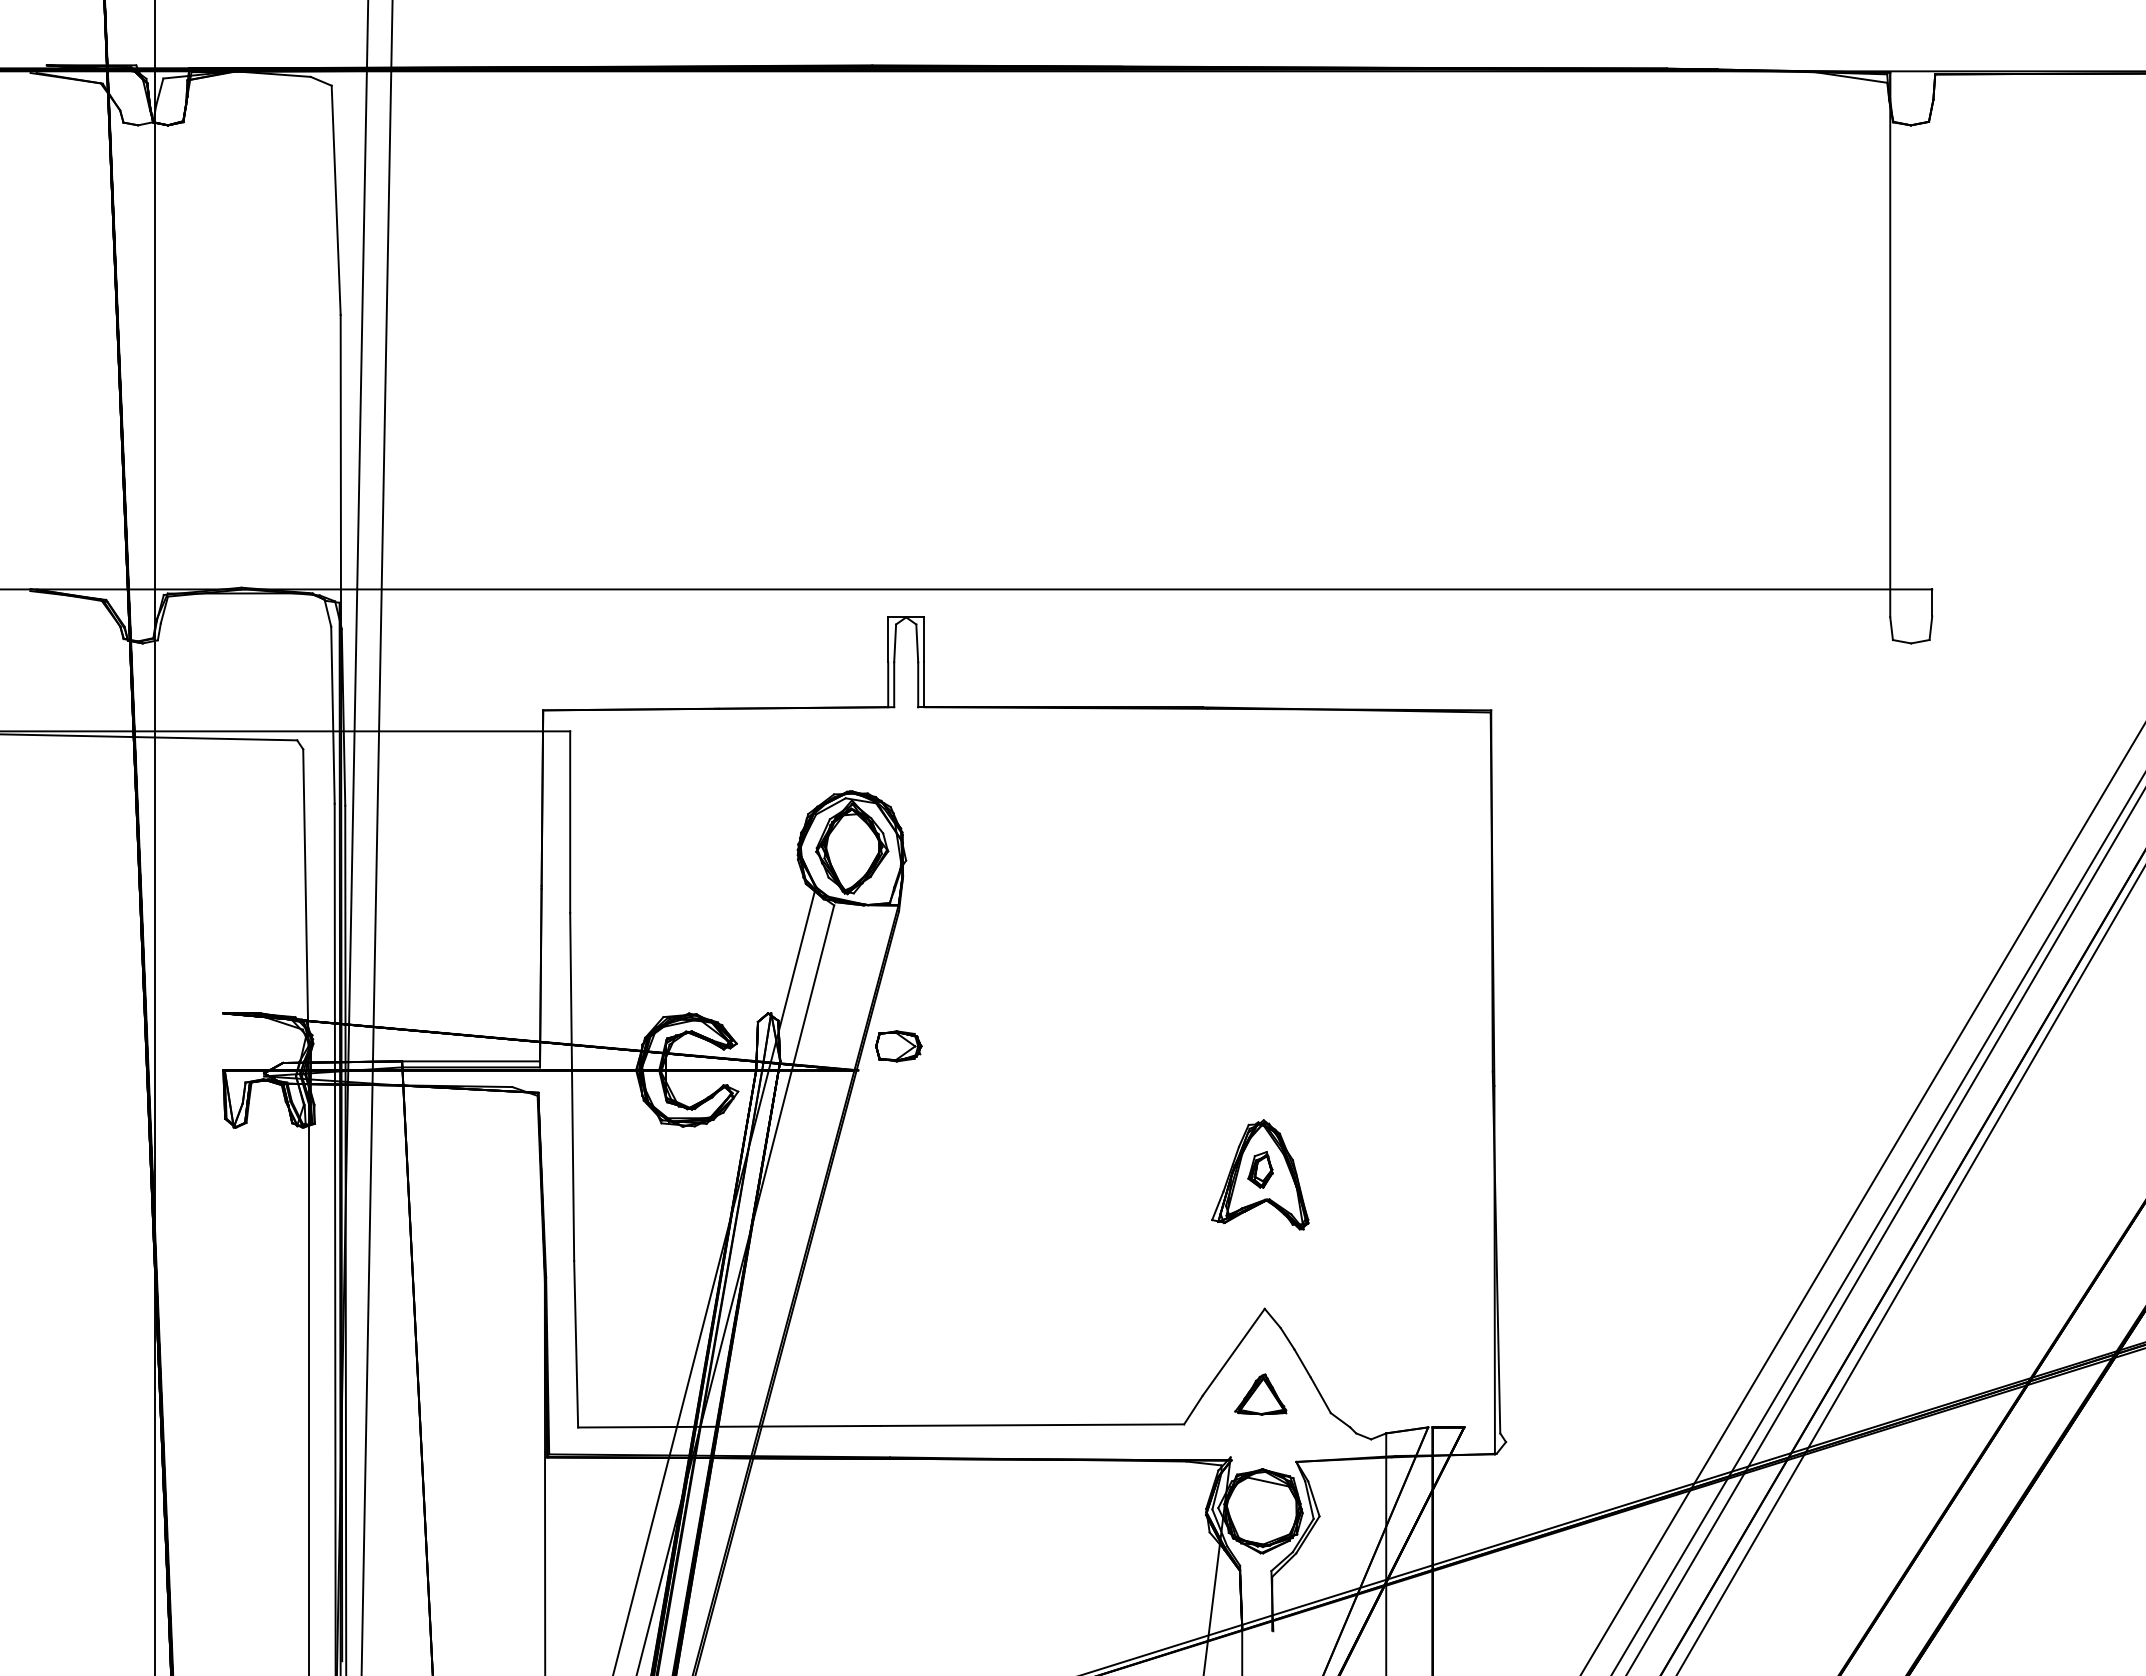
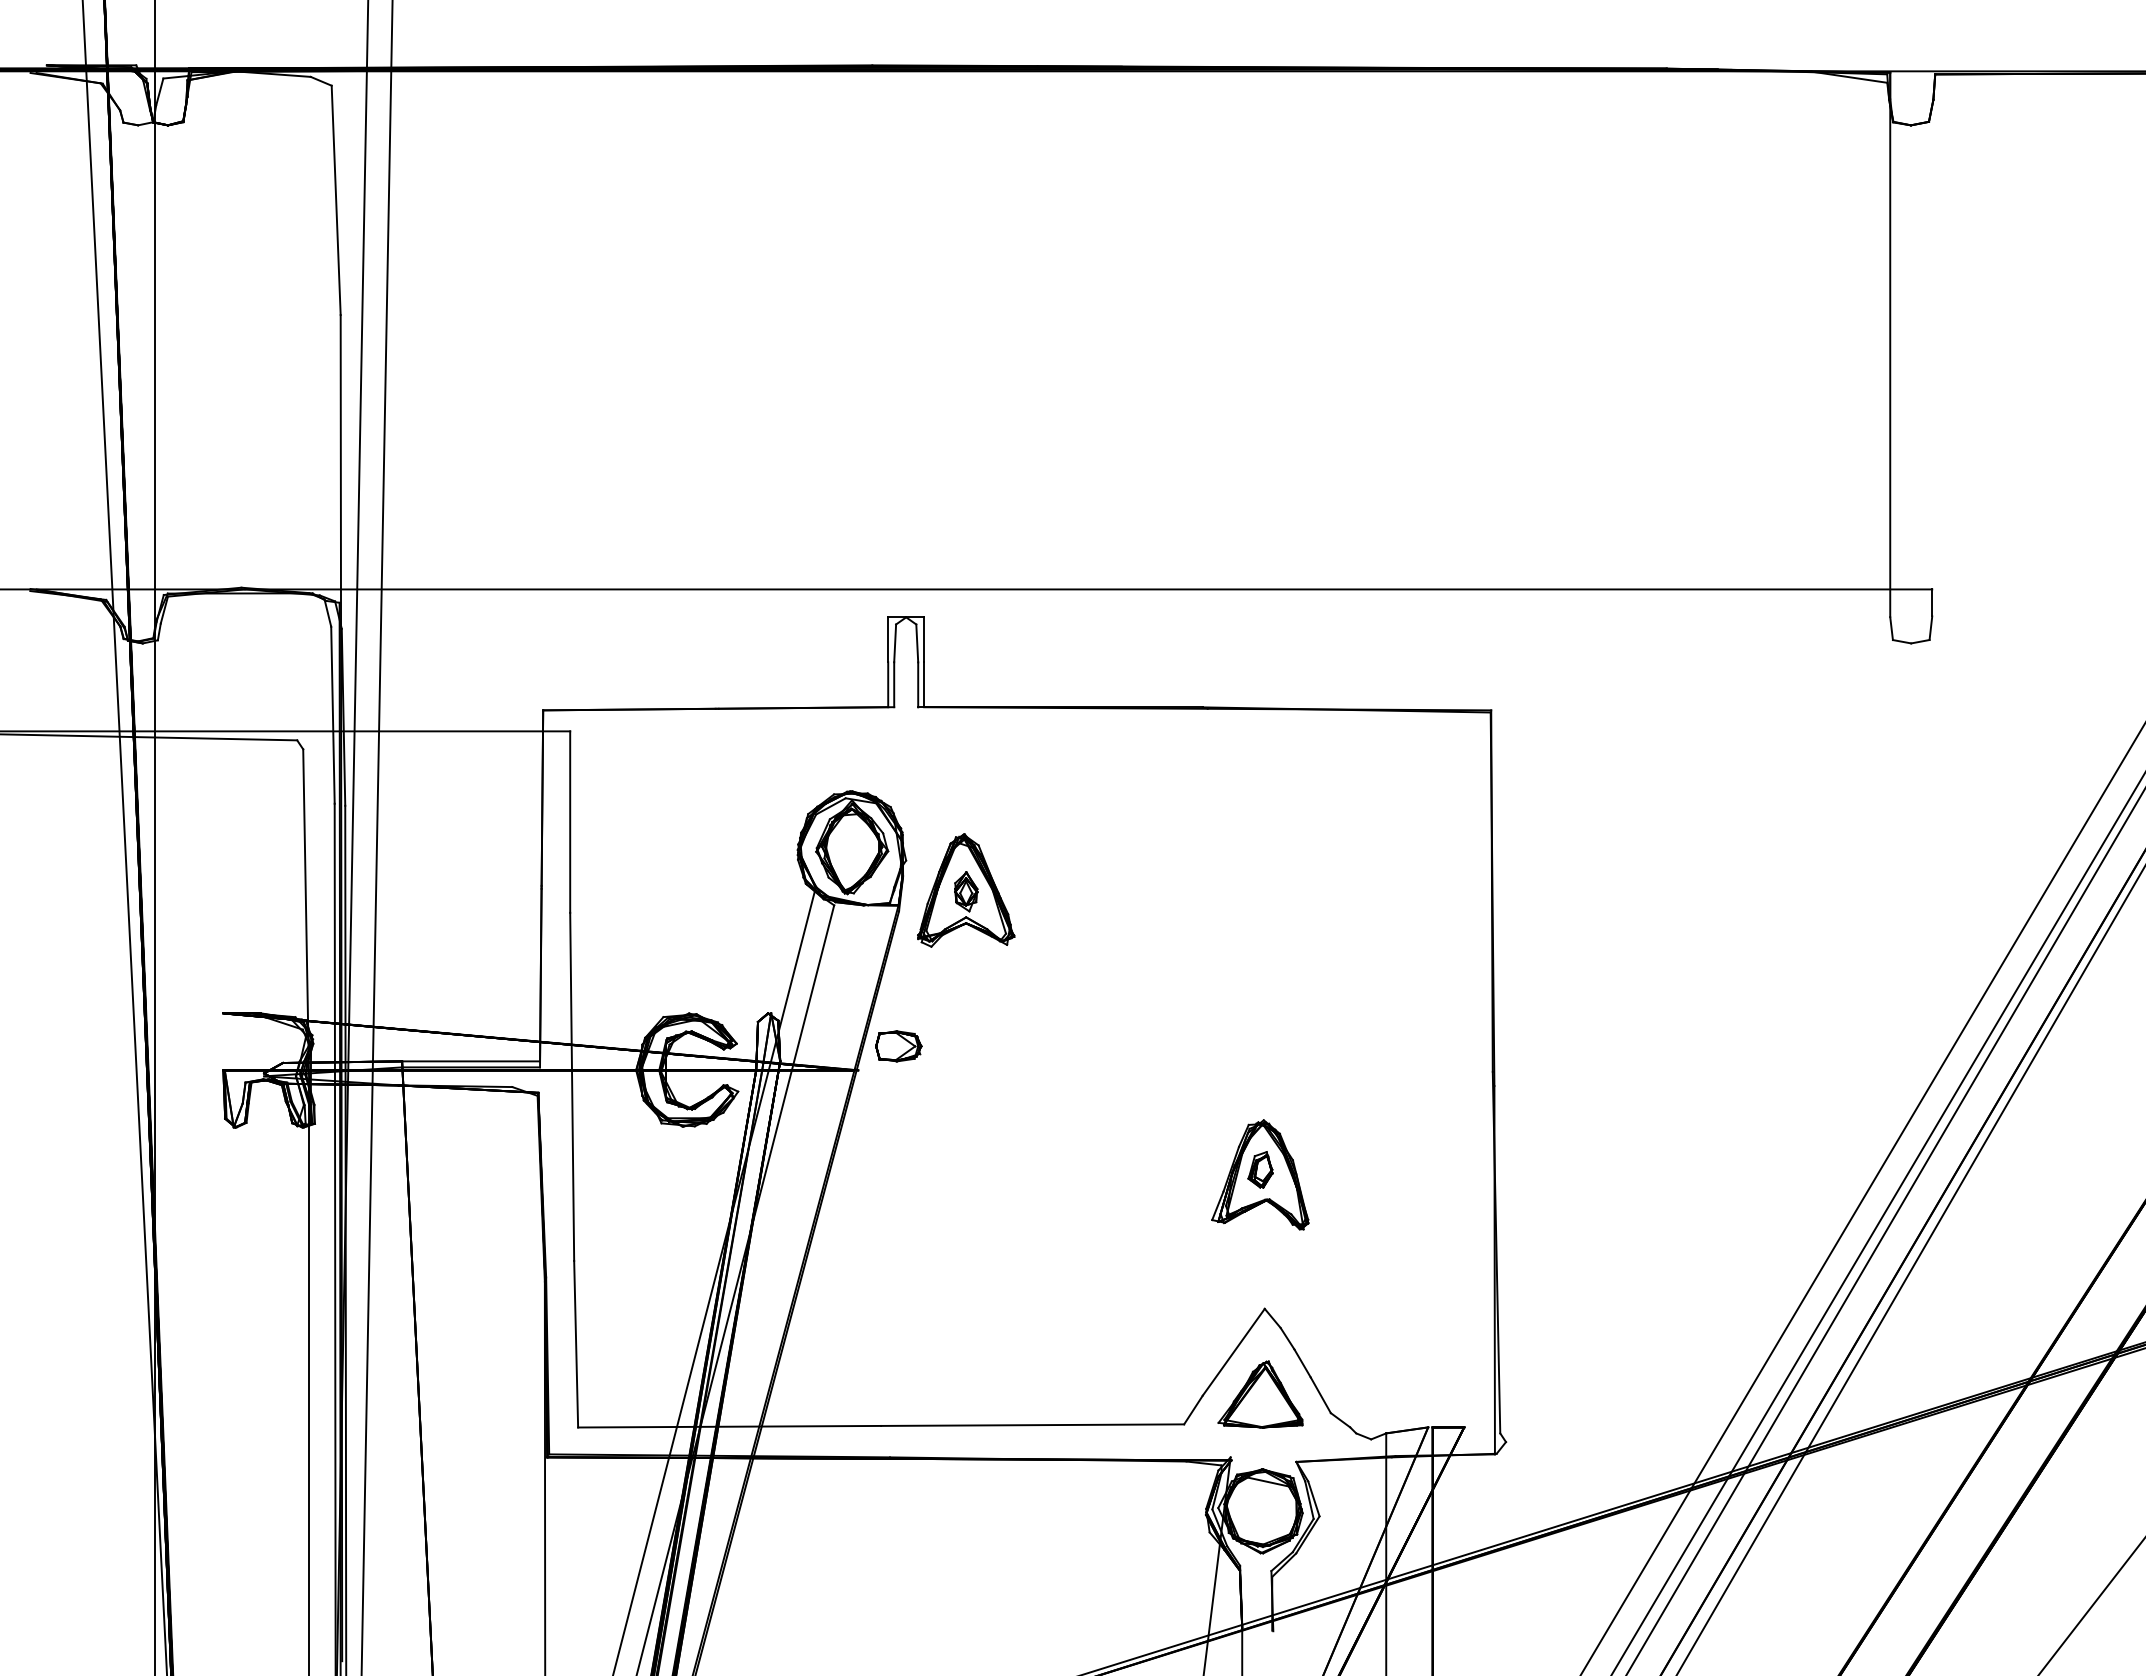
line at (124, 837): none -> present
part at (966, 890): none -> present
part at (1260, 1394) size: 54x43 px -> 87x69 px
line at (2091, 1606): none -> present
